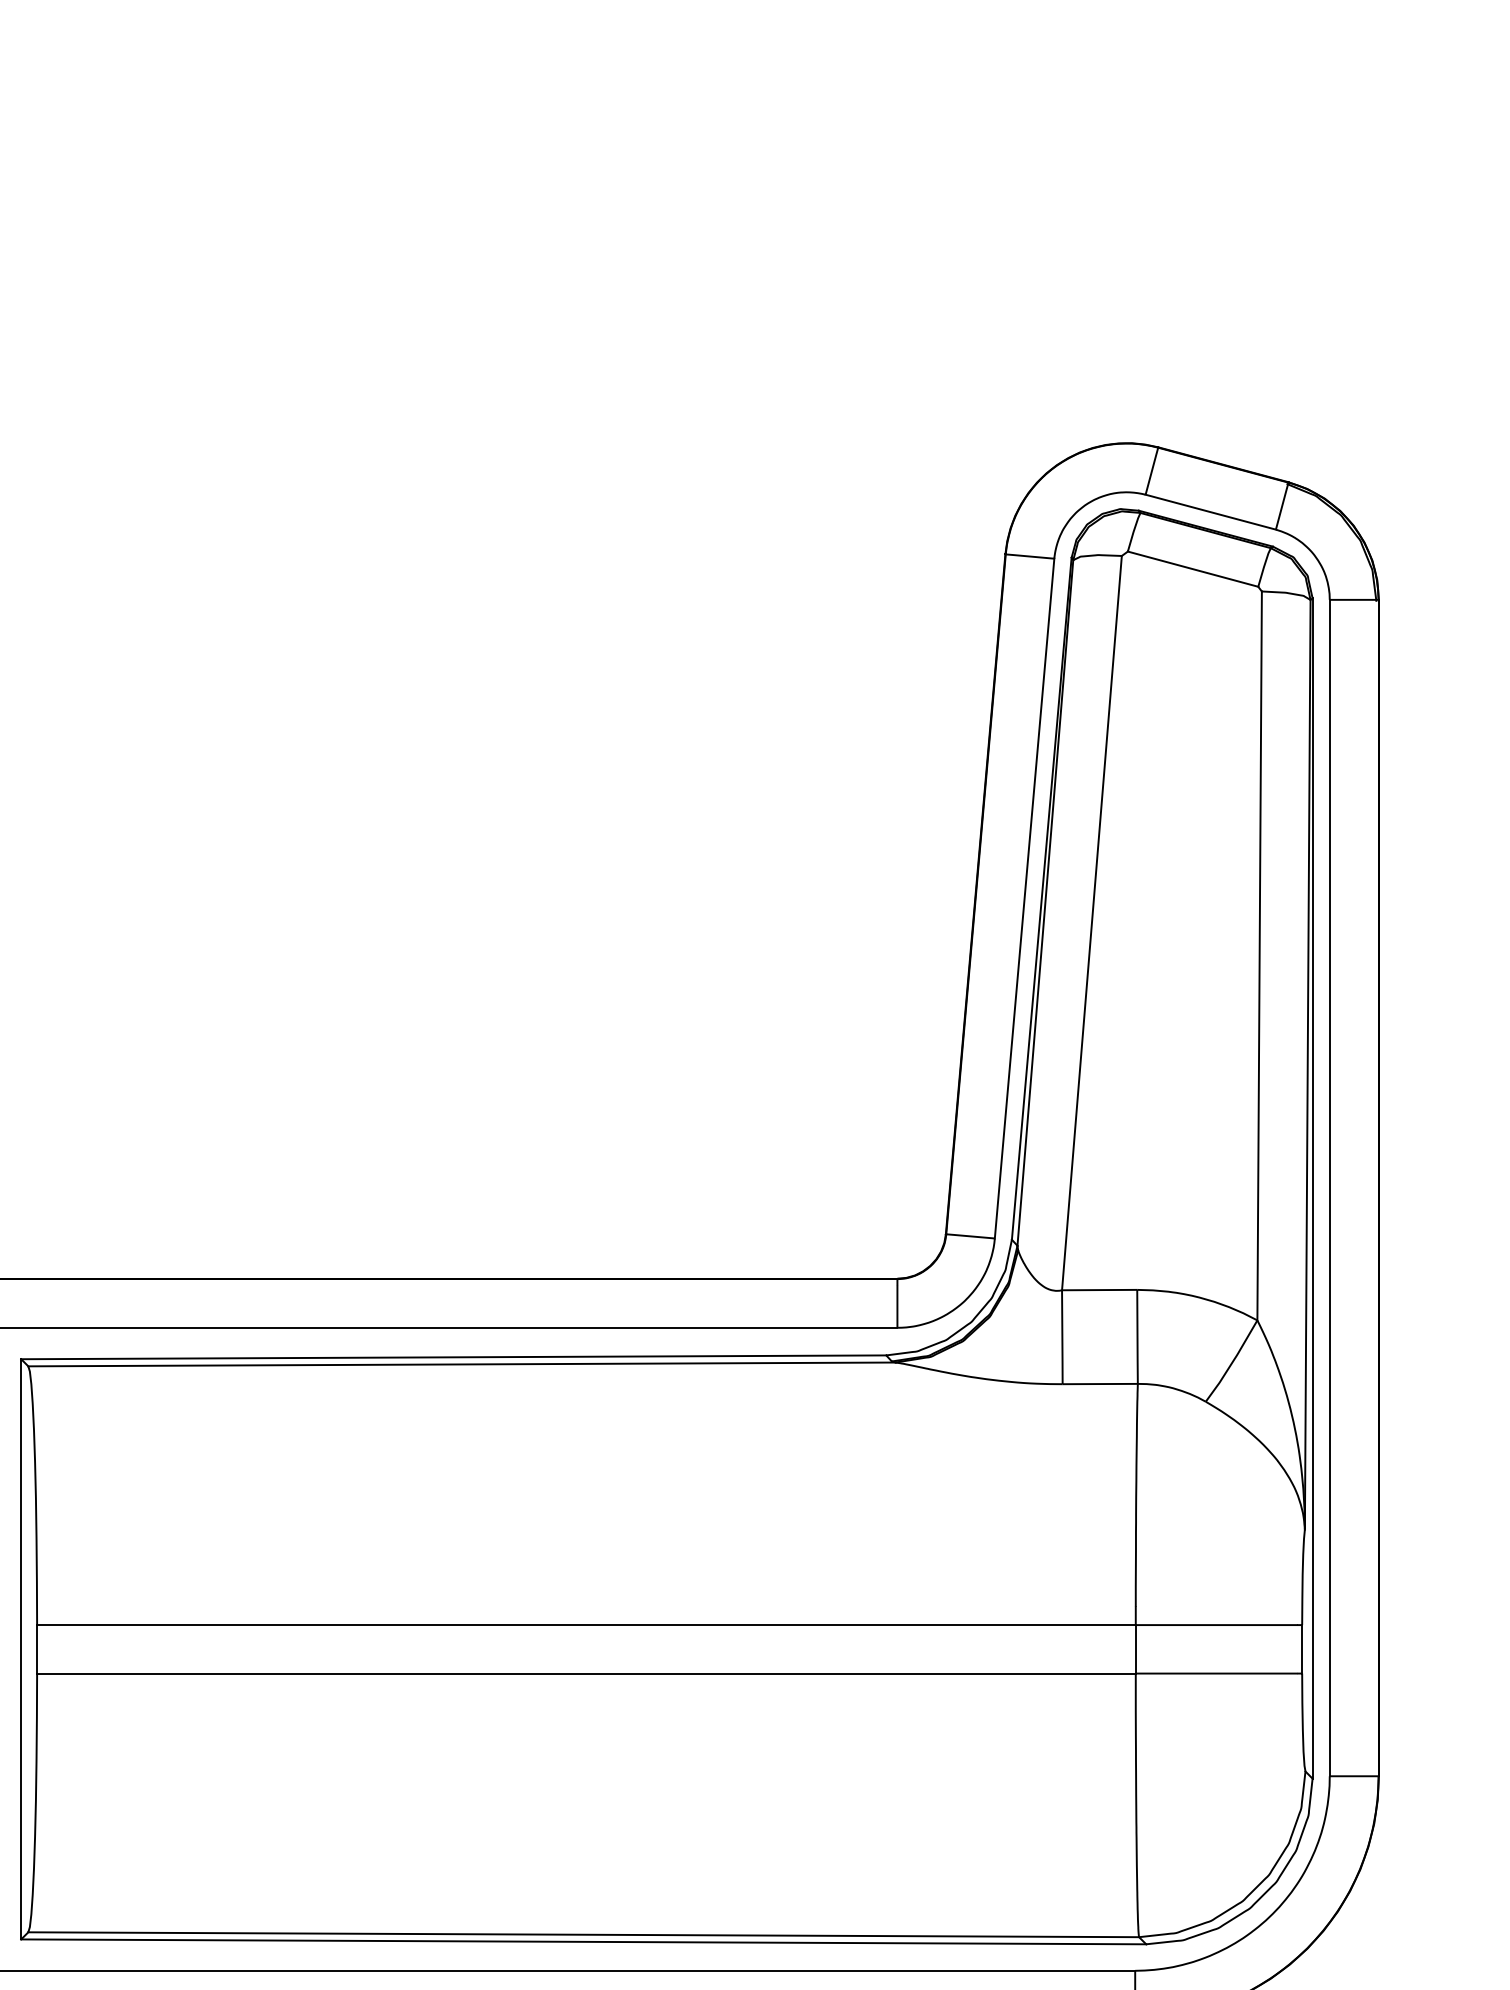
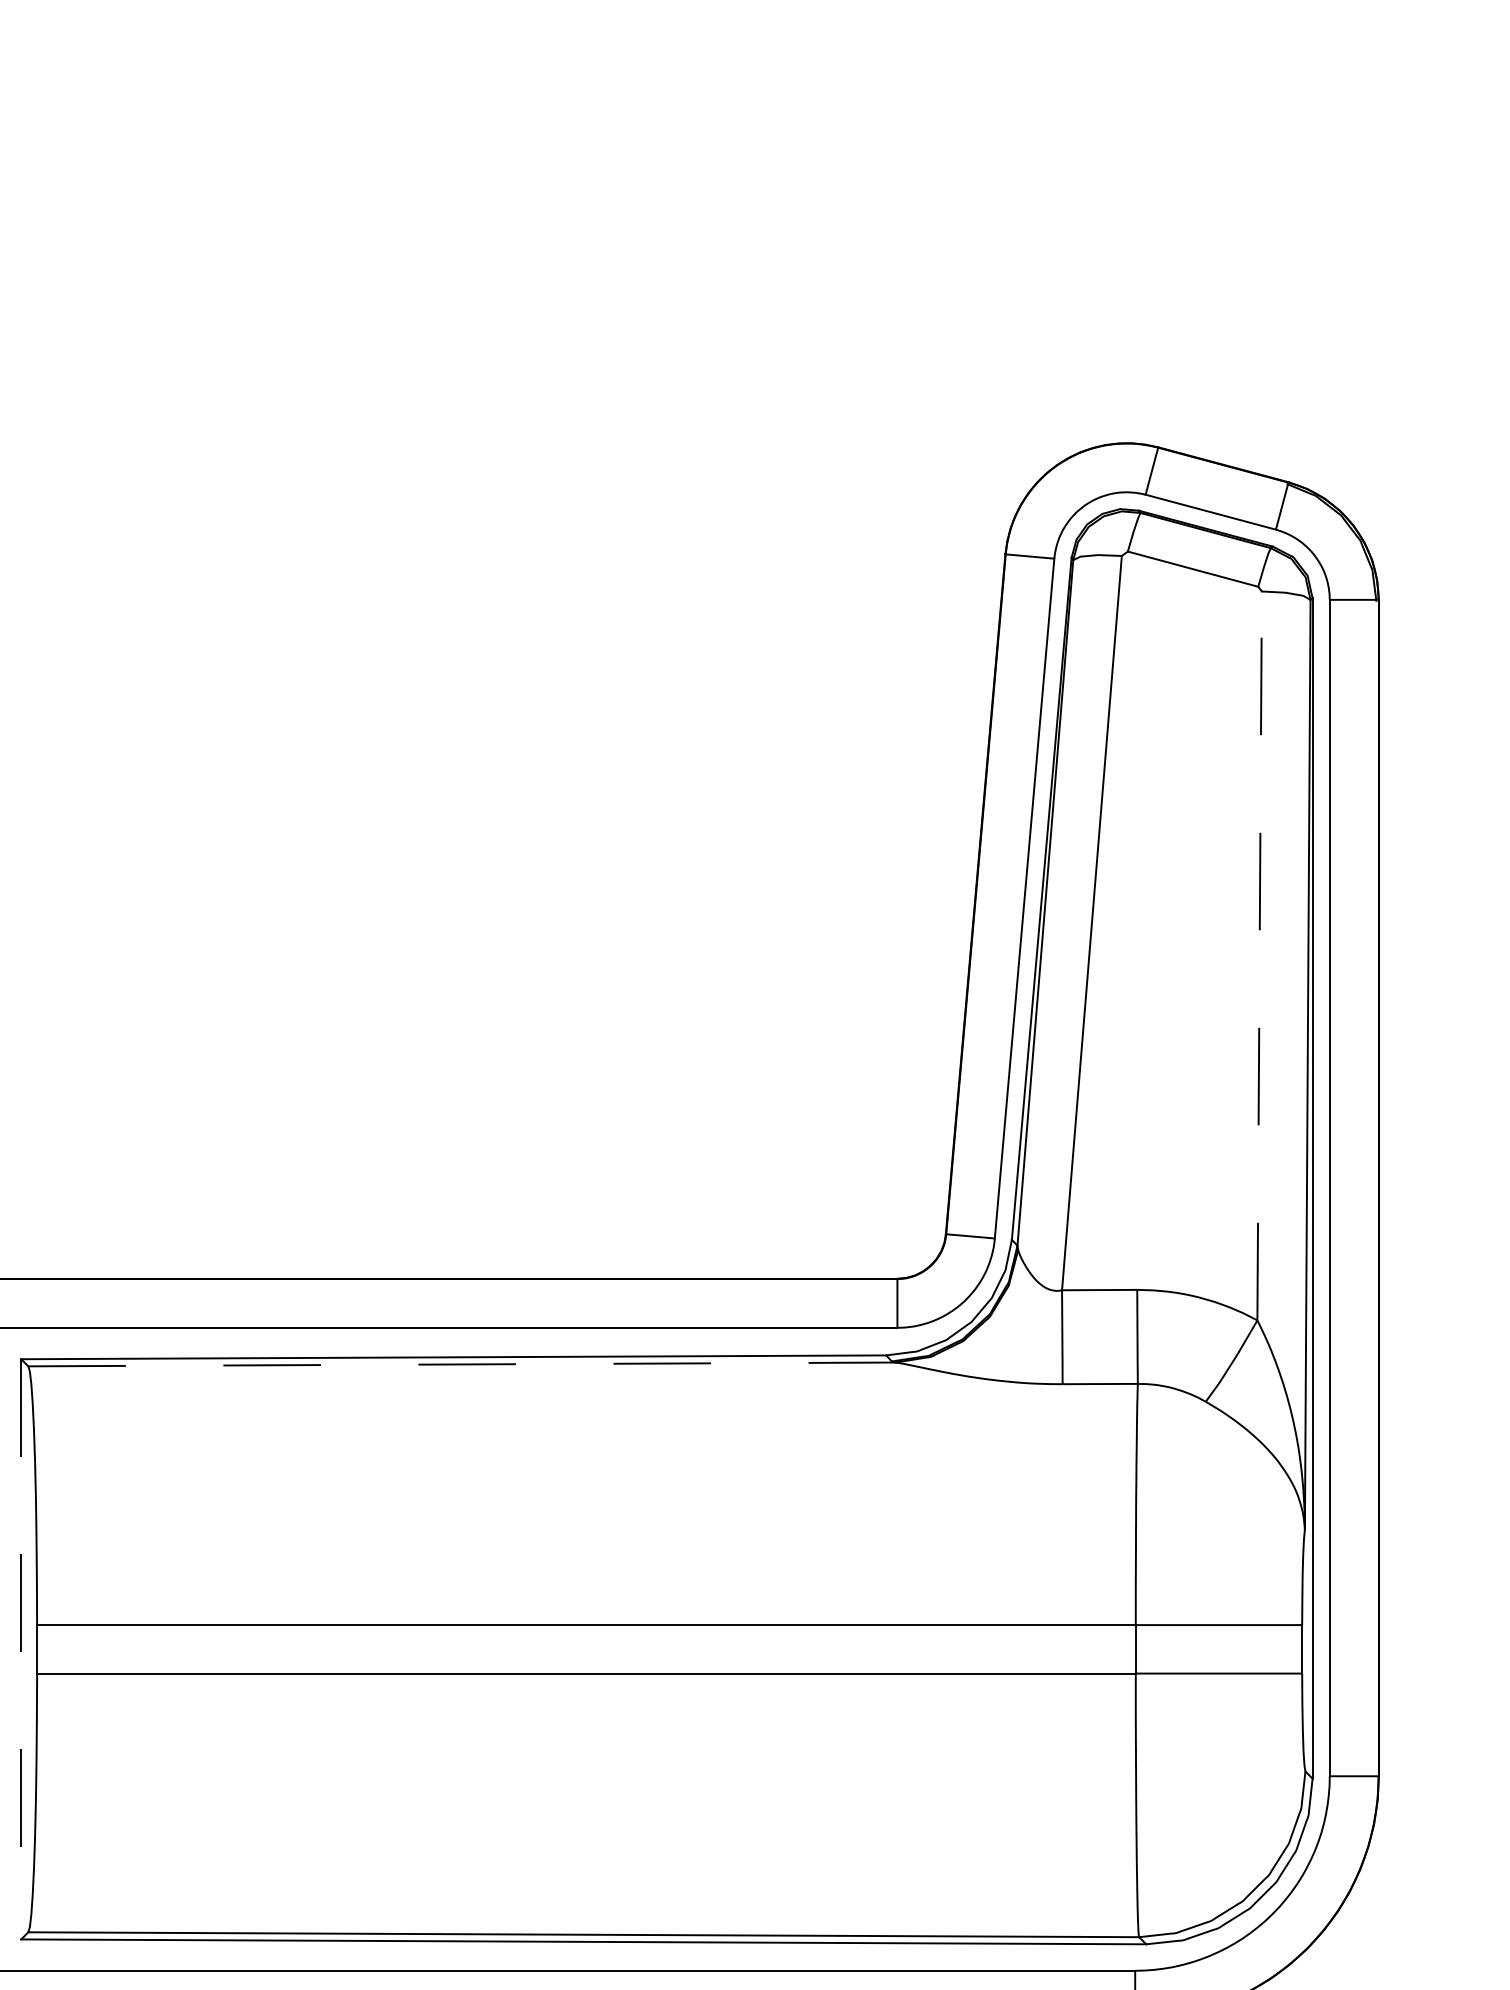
line at (1259, 955): solid -> dashed
line at (461, 1364): solid -> dashed
line at (21, 1649): solid -> dashed
